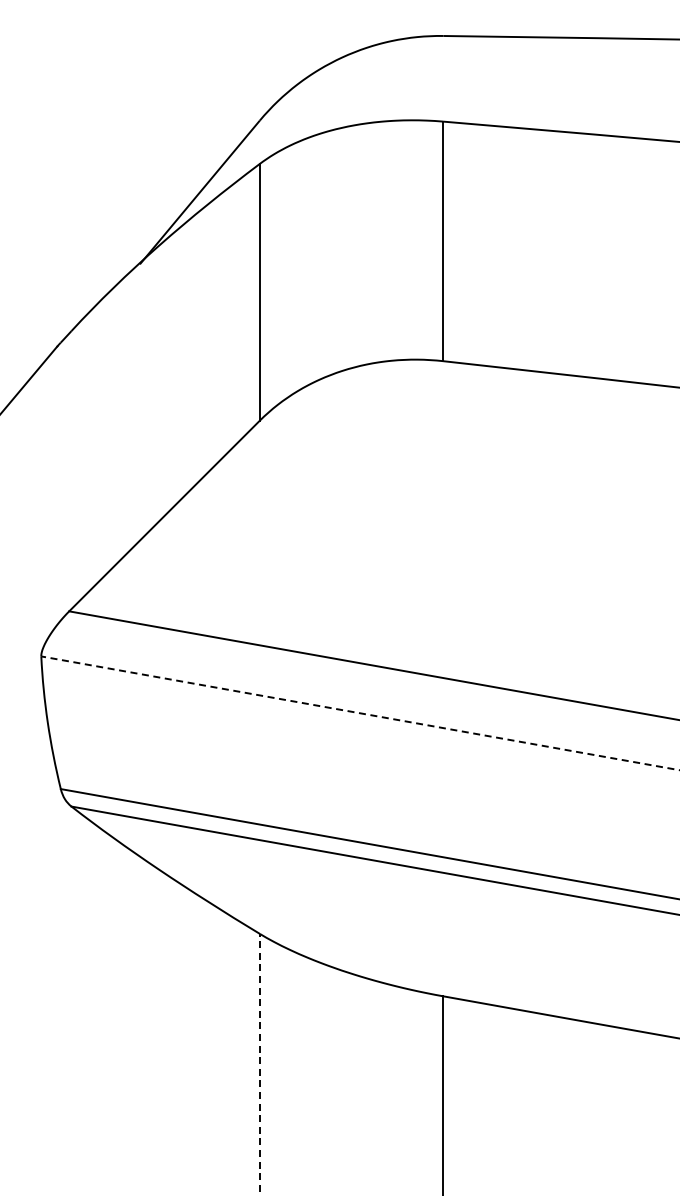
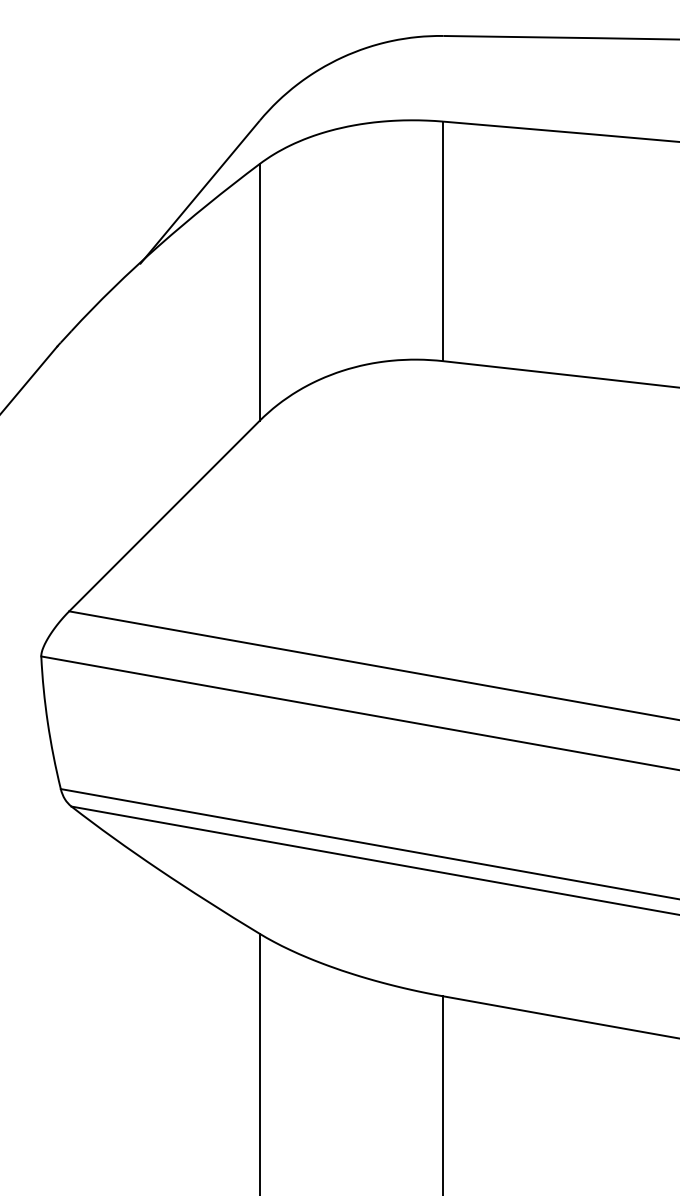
line at (360, 713): dashed -> solid
line at (259, 1064): dashed -> solid
